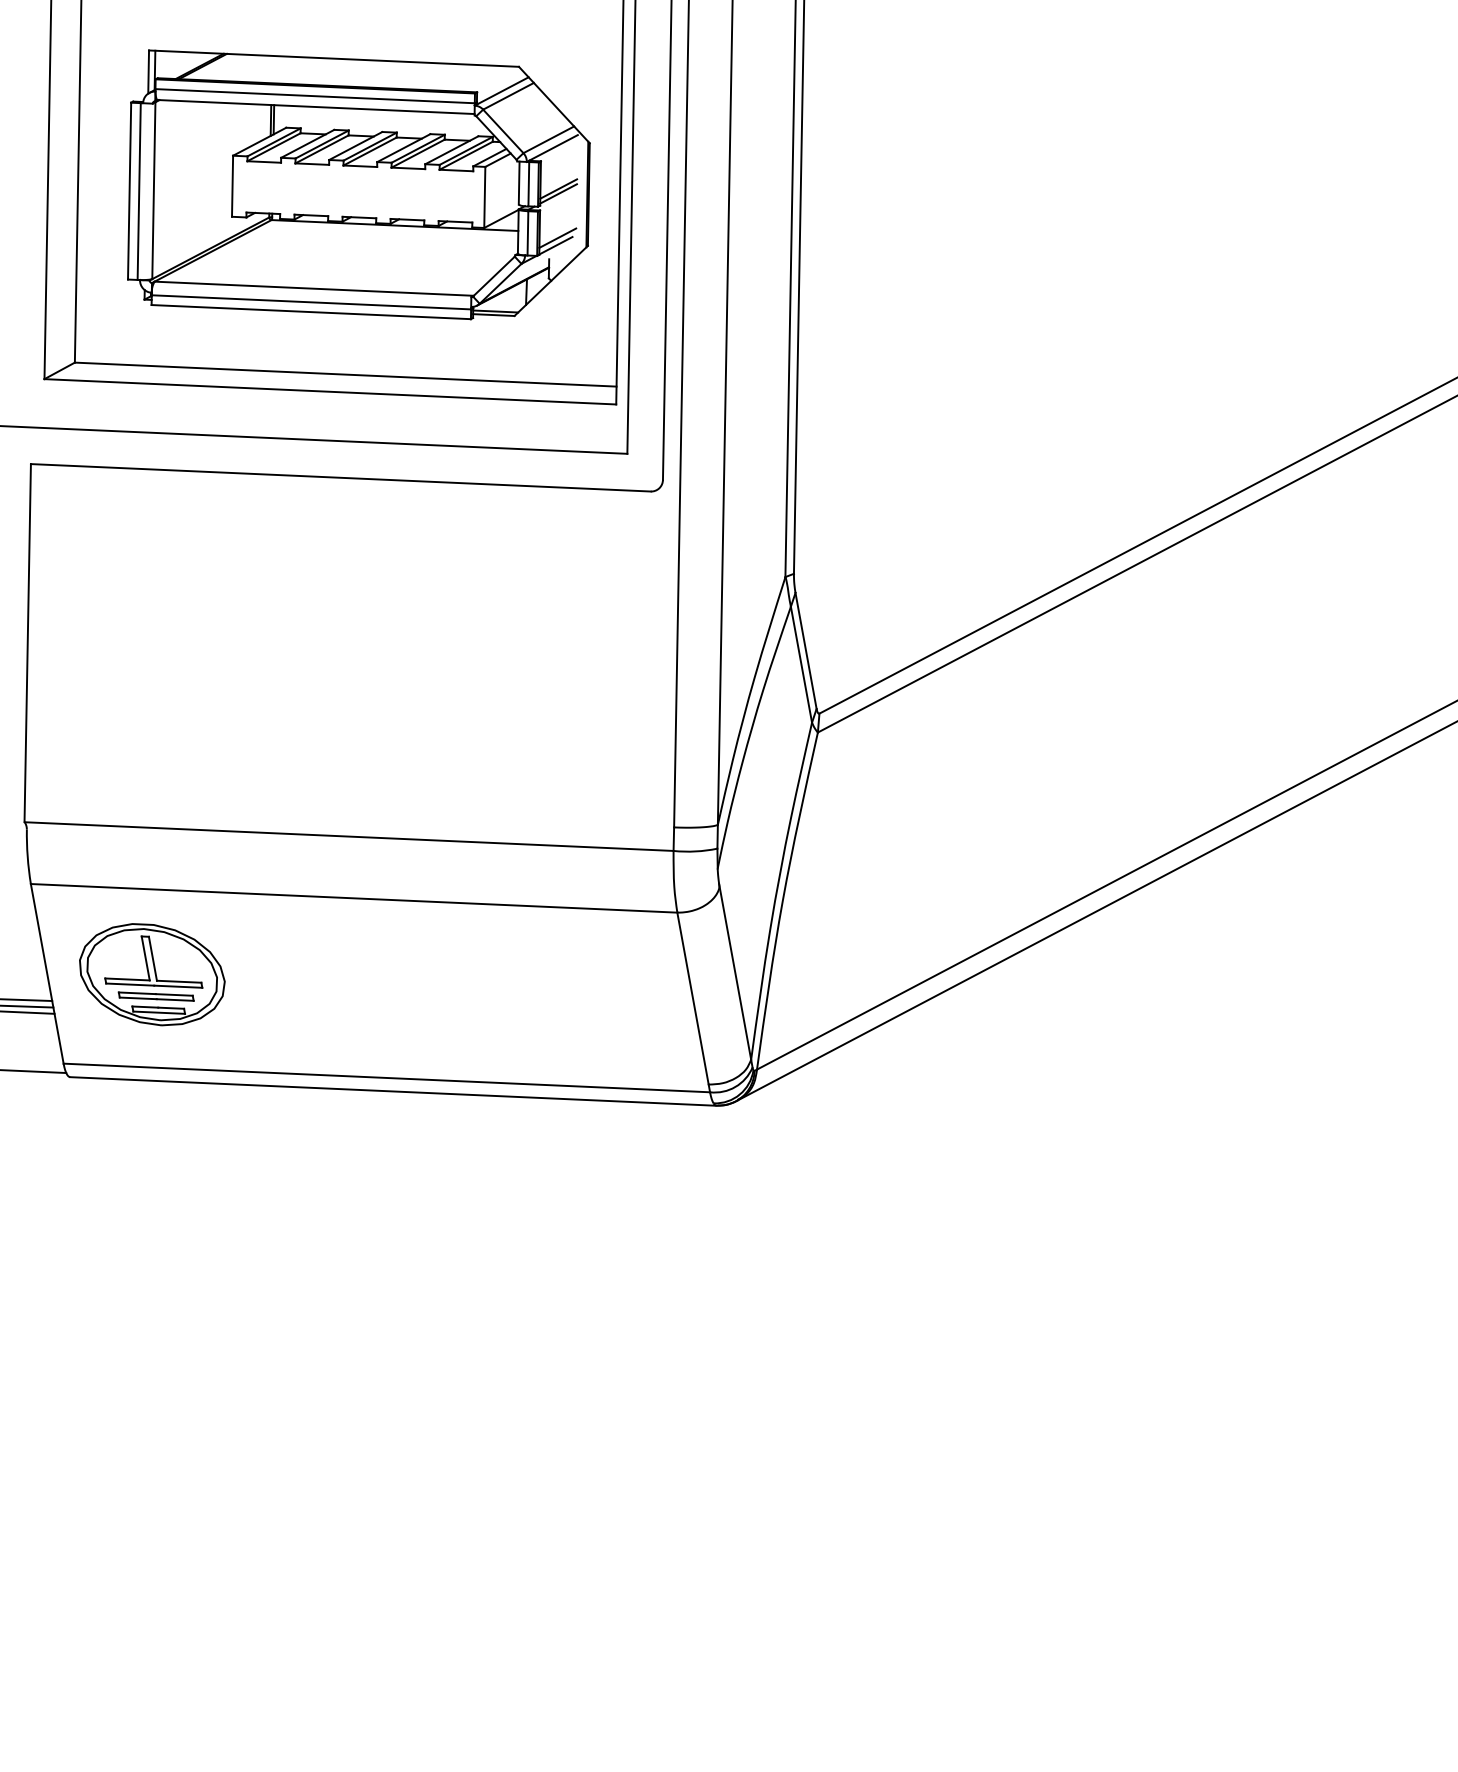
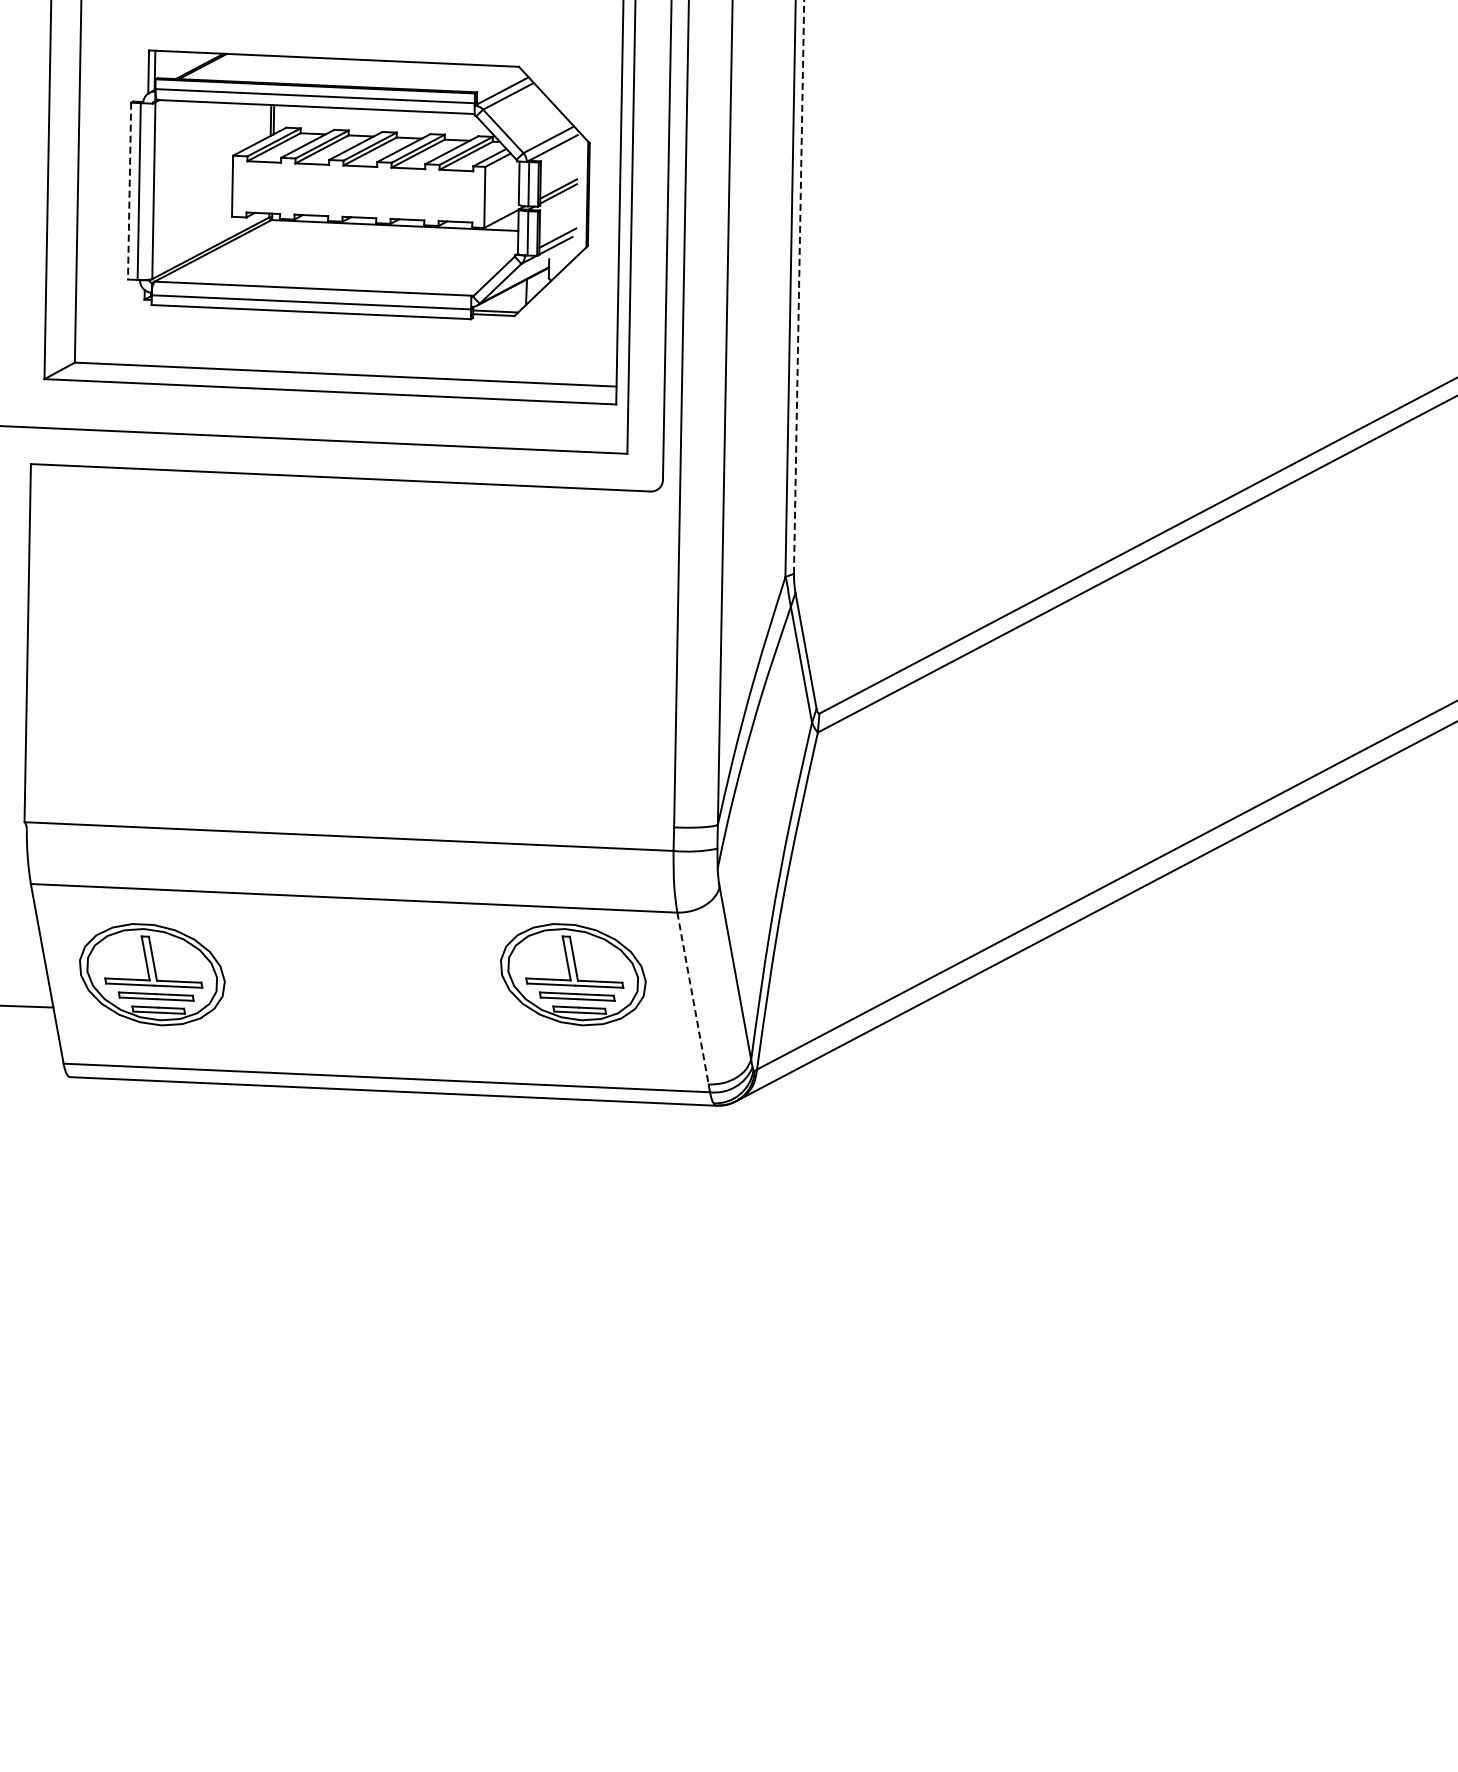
line at (129, 191): solid -> dashed
line at (799, 286): solid -> dashed
part at (573, 974): none -> present
line at (693, 999): solid -> dashed
line at (27, 1000): present -> none
line at (28, 1012): present -> none
line at (34, 1071): present -> none
